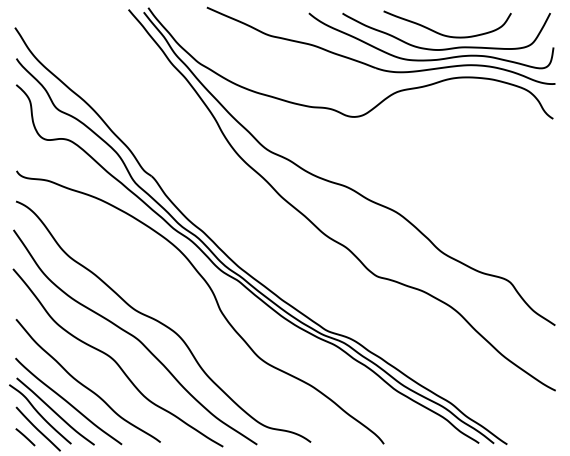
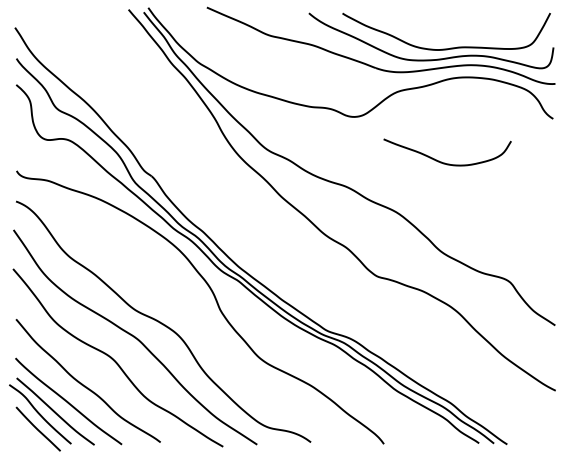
curve at (445, 34) position: (445, 34) -> (445, 162)
line at (25, 437): present -> none
